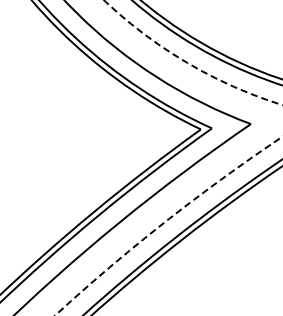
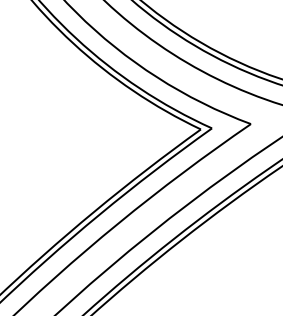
arc at (187, 62): dashed -> solid
arc at (165, 221): dashed -> solid
